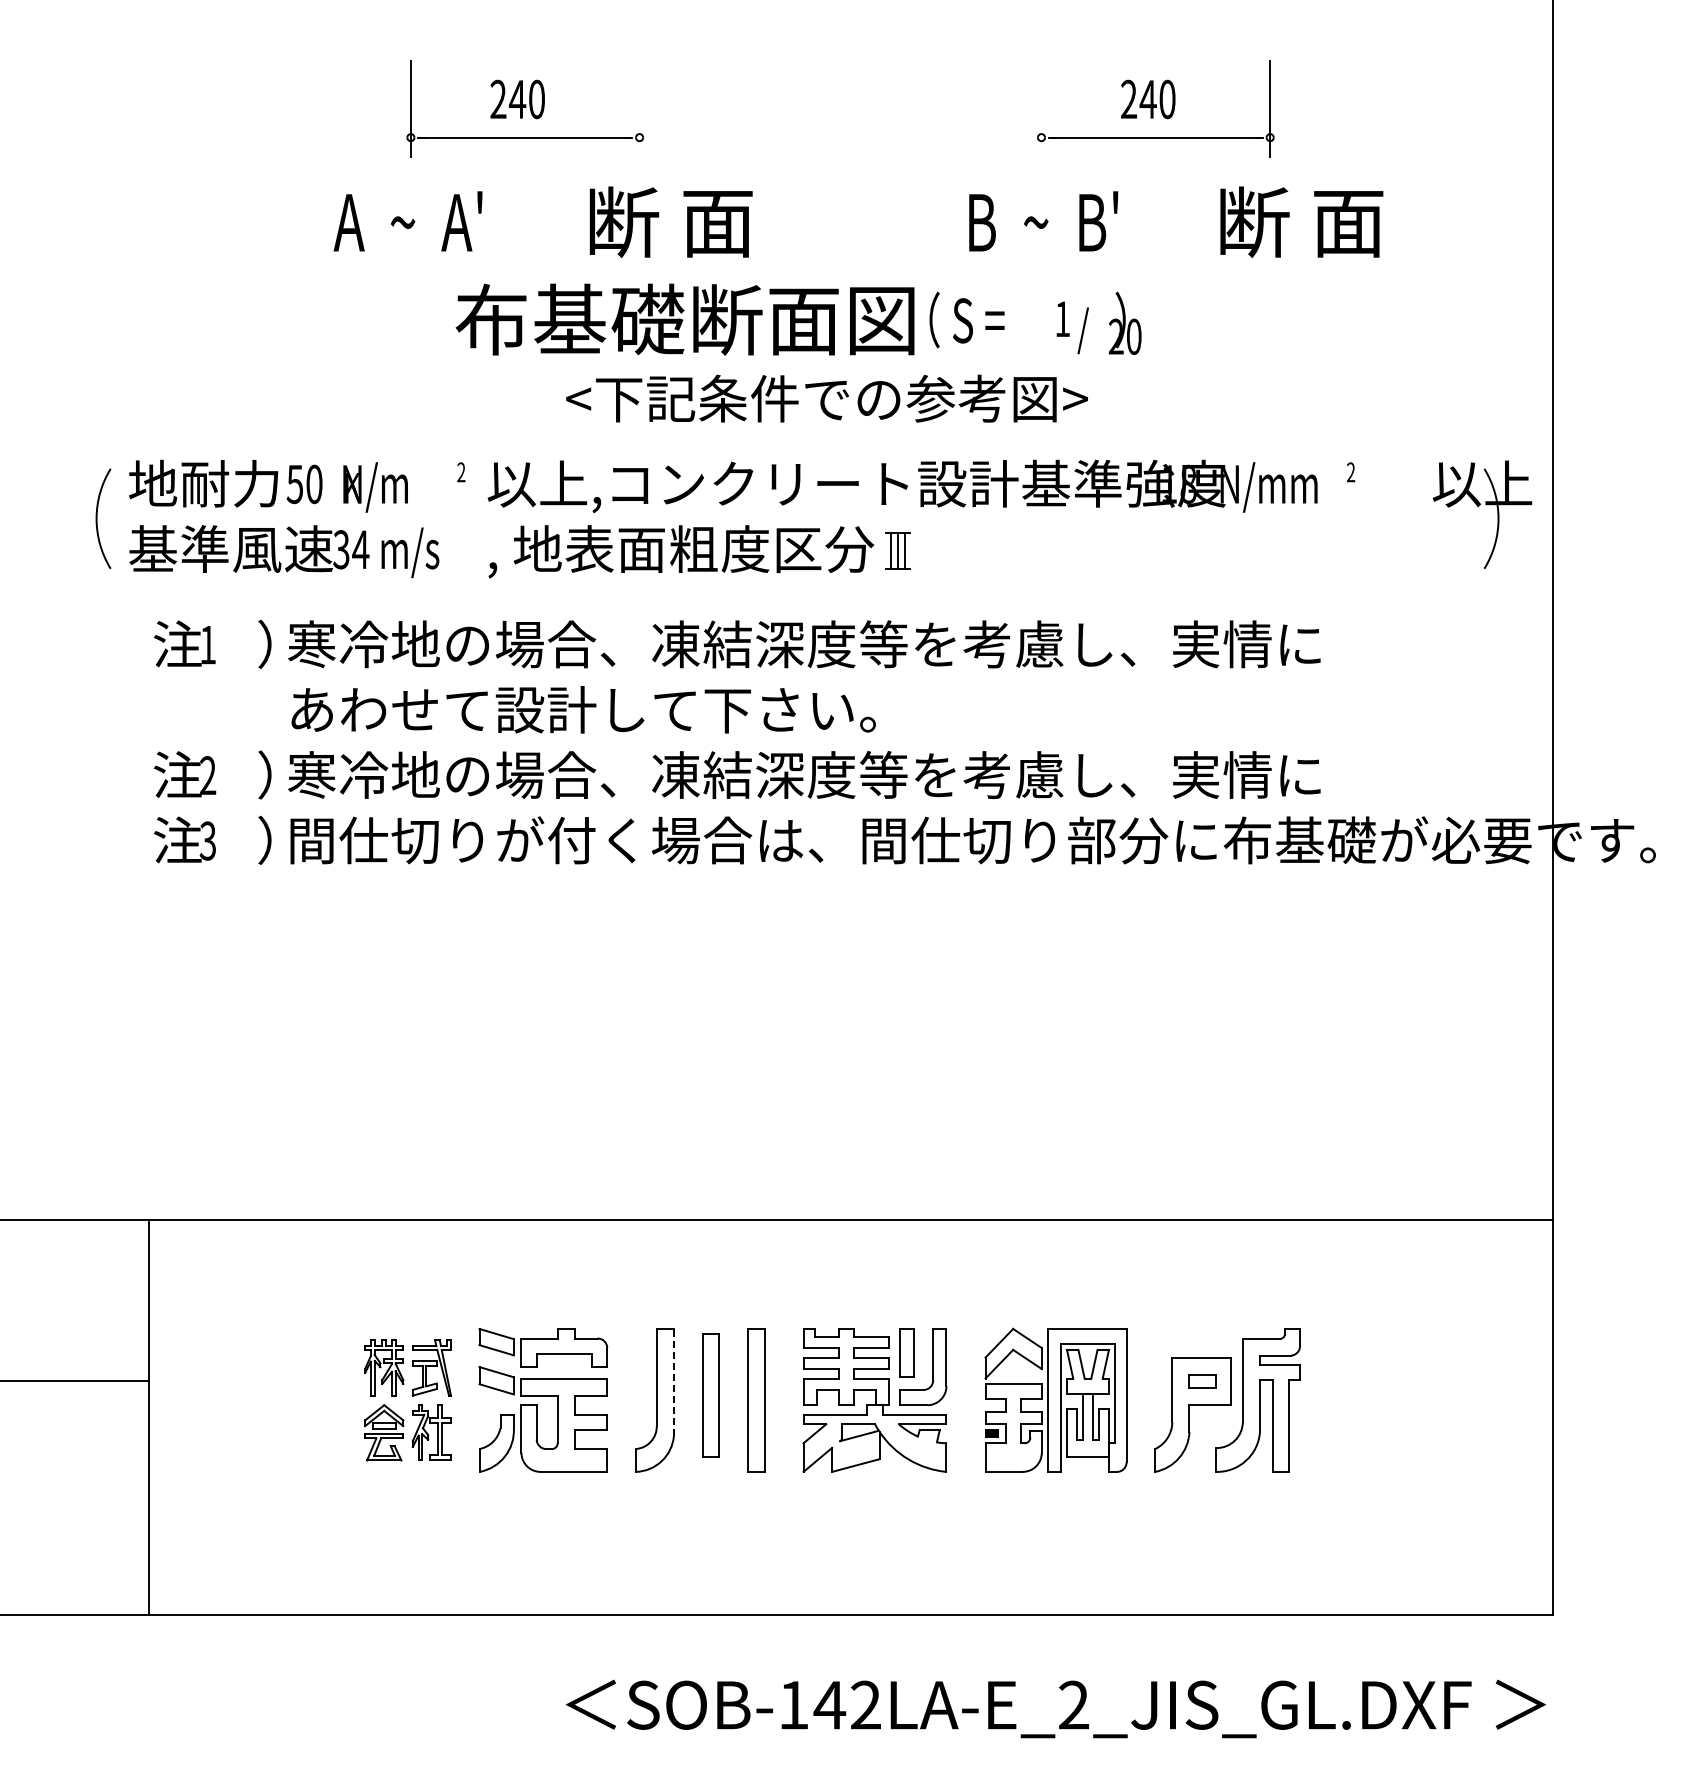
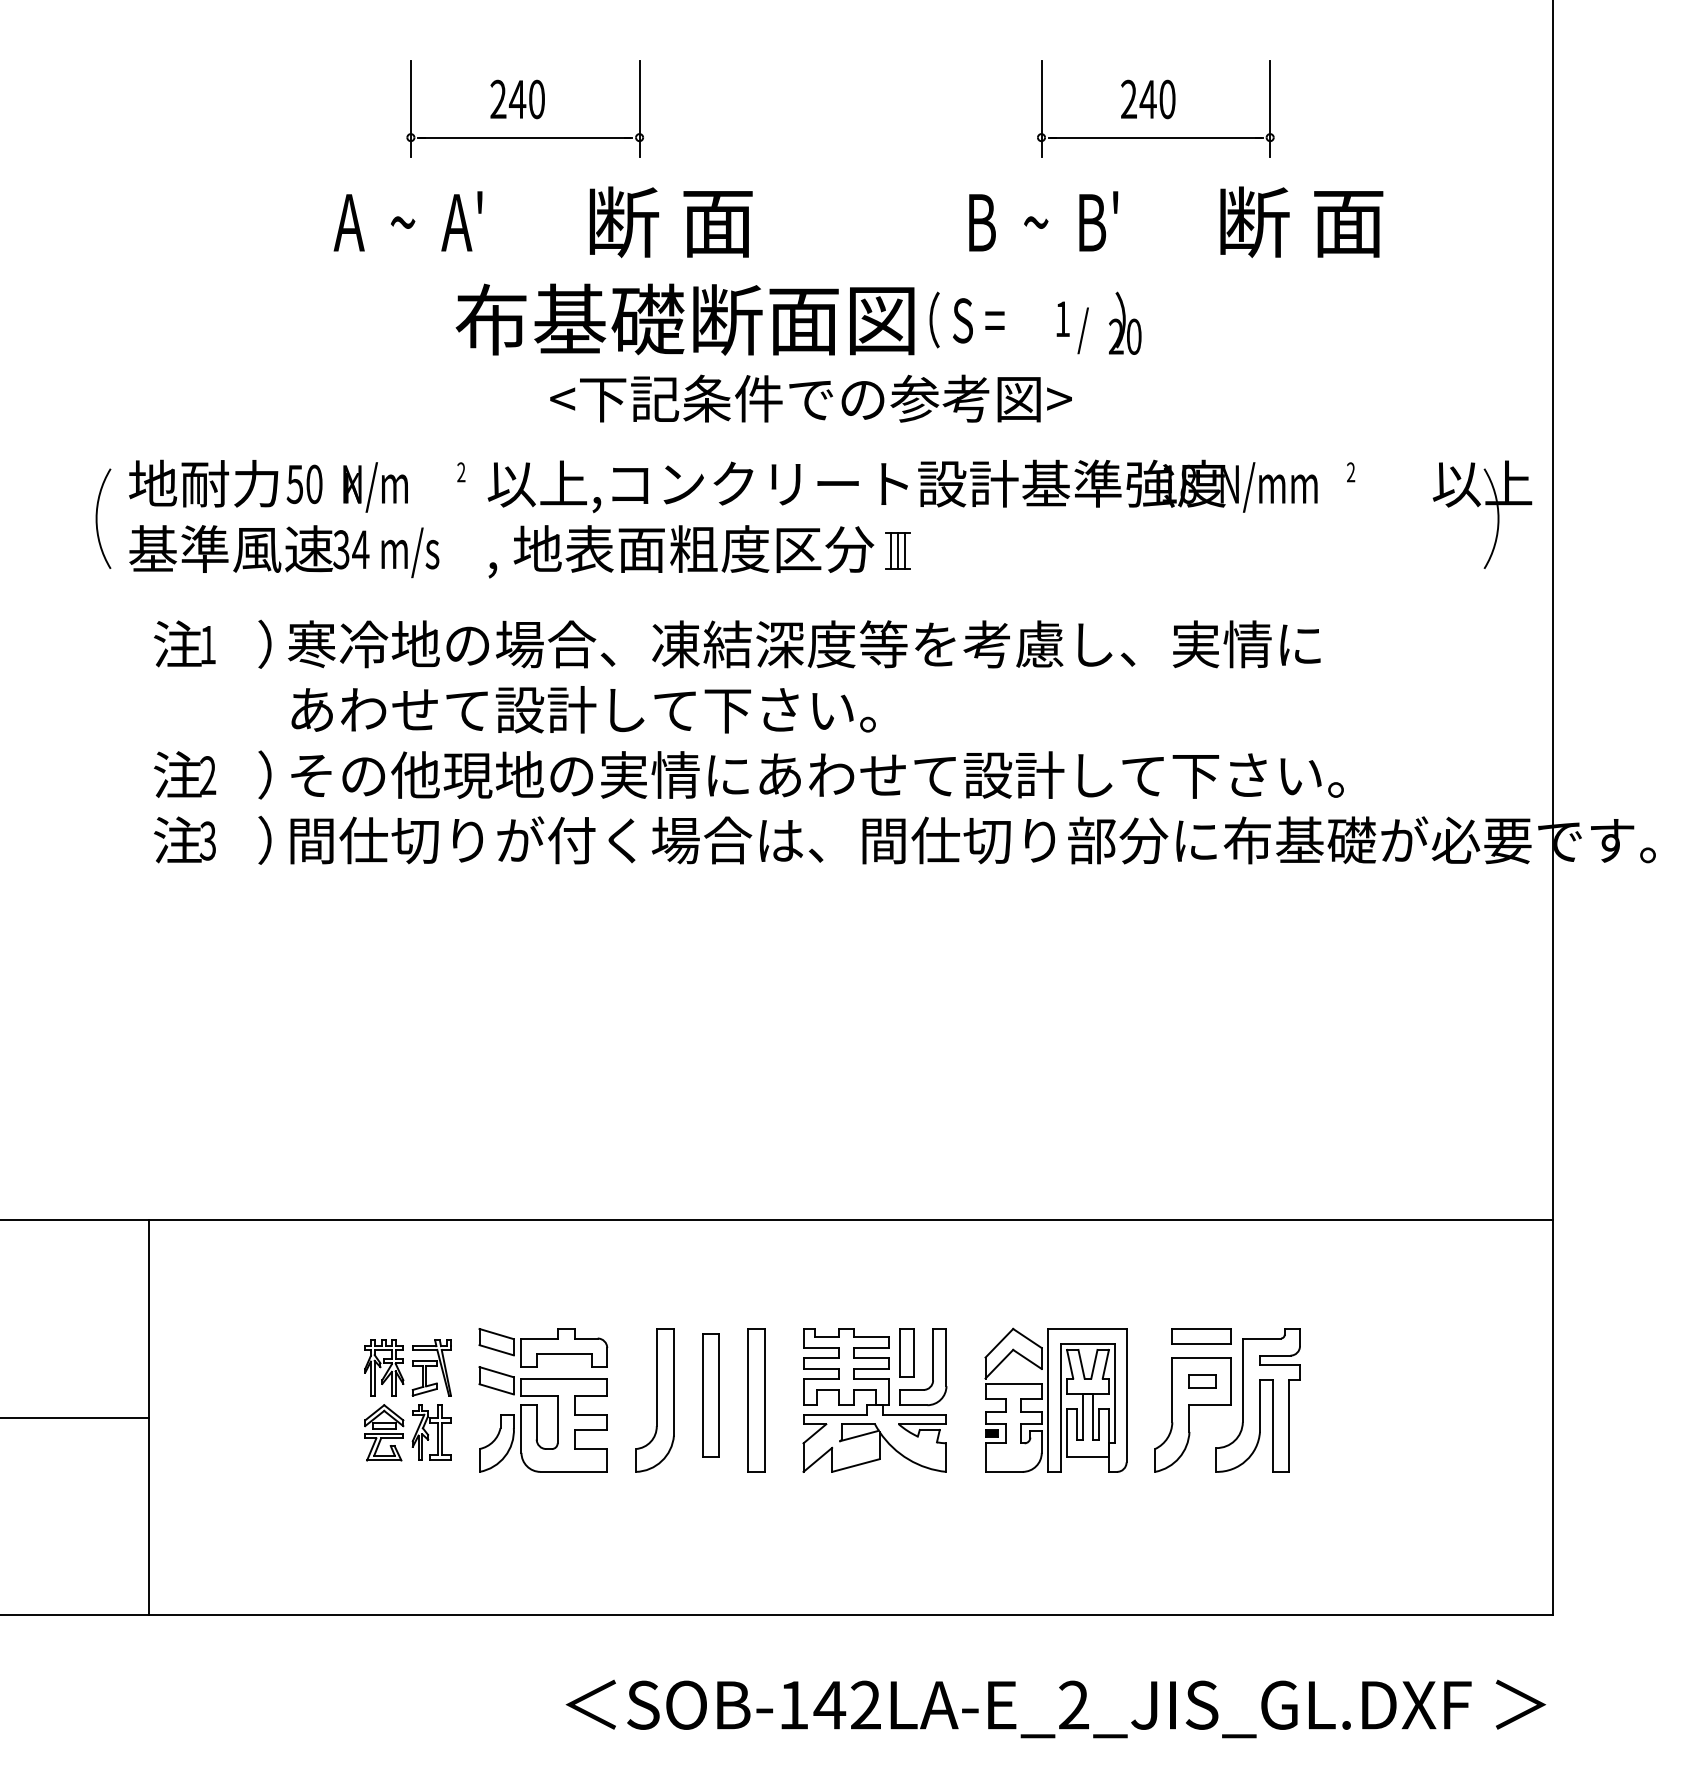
line at (639, 108): none -> present
line at (1041, 108): none -> present
text at (826, 398) position: (826, 398) -> (810, 398)
text at (815, 775): 寒冷地の場合、凍結深度等を考慮し、実情に -> その他現地の実情にあわせて設計して下さい。
part at (1201, 1336): none -> present
line at (75, 1380) position: (75, 1380) -> (75, 1417)
line at (673, 1381): dashed -> solid
